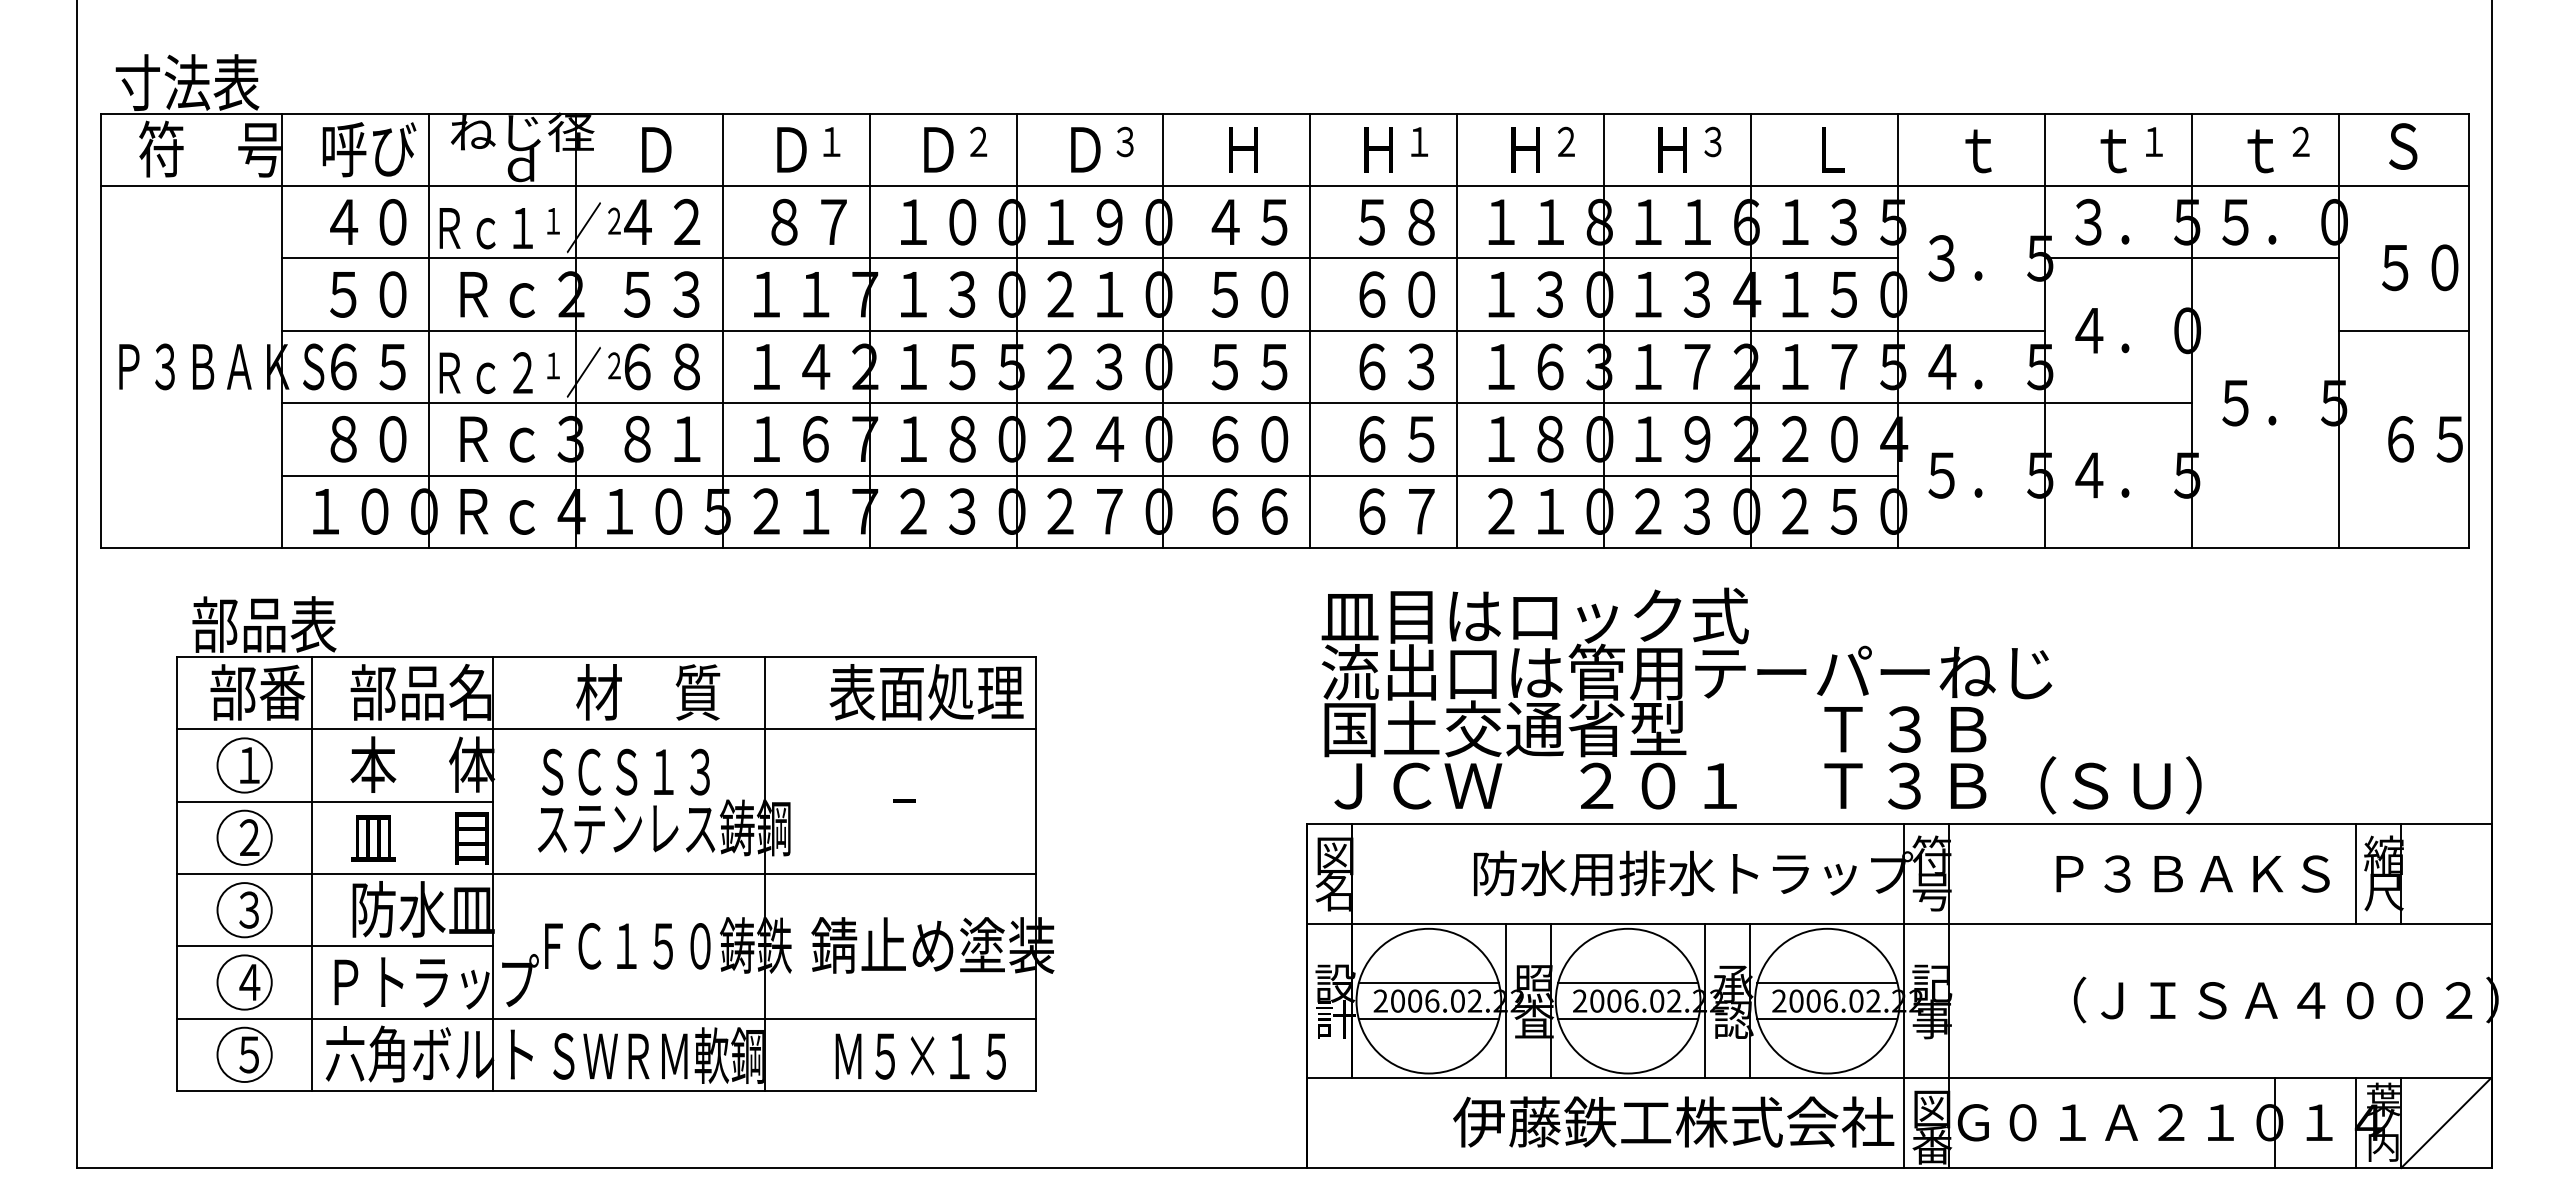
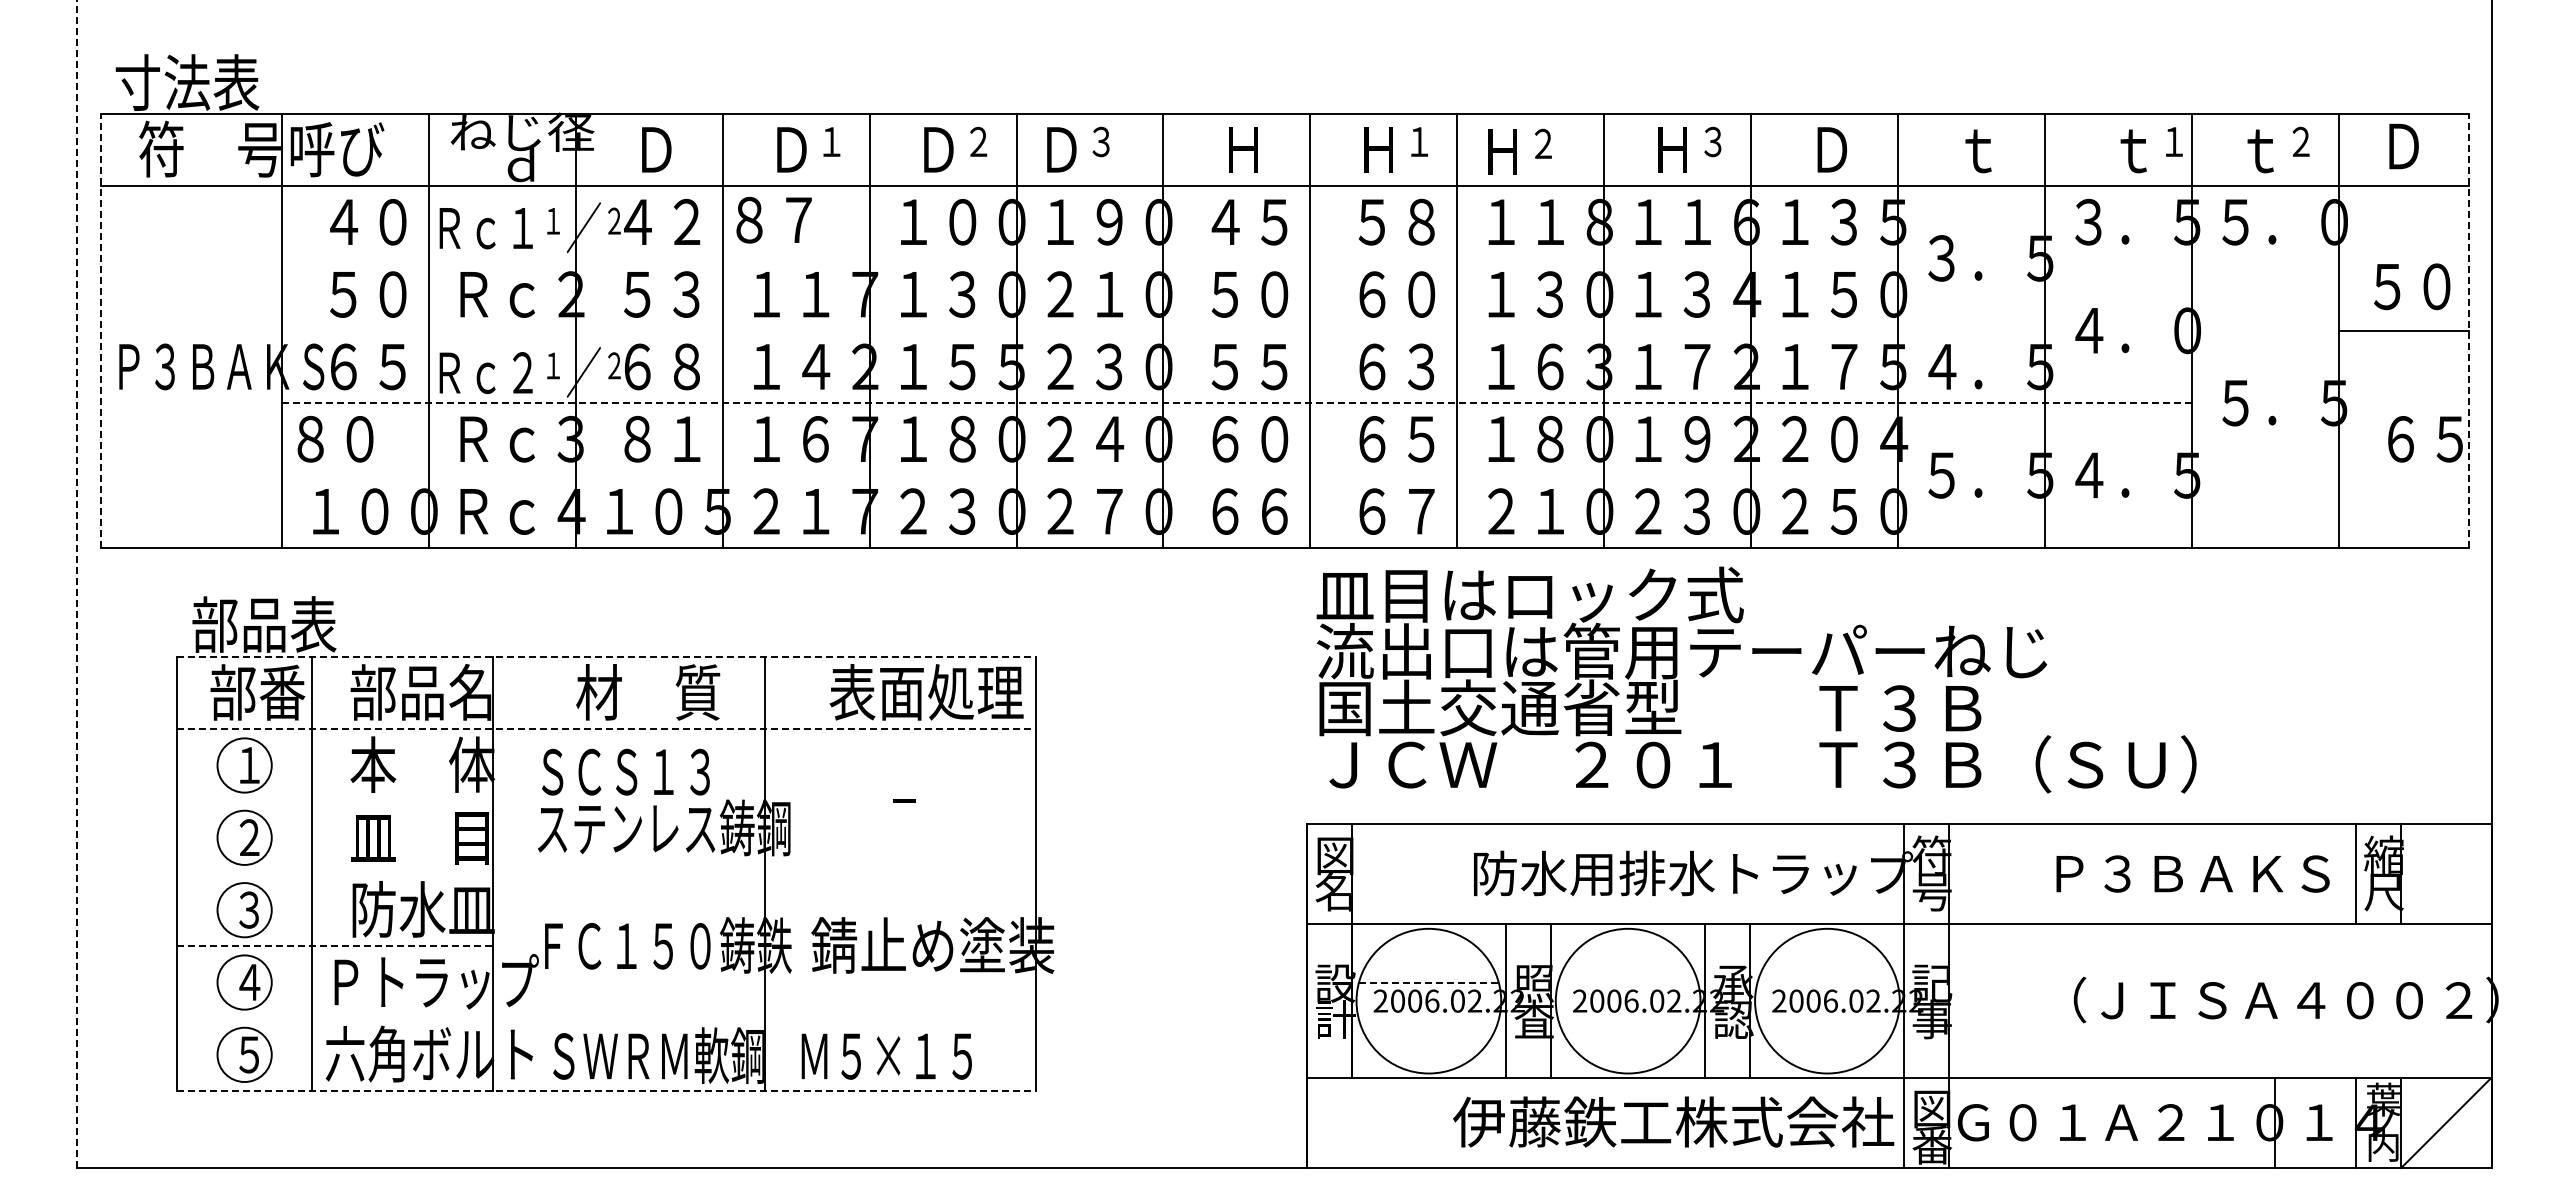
text at (2403, 146): Ｓ -> Ｄ
text at (369, 149) position: (369, 149) -> (337, 149)
text at (1102, 149) position: (1102, 149) -> (1078, 149)
text at (1542, 149) position: (1542, 149) -> (1519, 151)
text at (1832, 149): Ｌ -> Ｄ
text at (2131, 150) position: (2131, 150) -> (2151, 150)
text at (808, 221) position: (808, 221) -> (773, 219)
line at (1089, 258): present -> none
line at (2192, 258): present -> none
text at (2420, 267) position: (2420, 267) -> (2412, 286)
line at (100, 330): solid -> dashed
line at (1163, 330): present -> none
line at (2469, 330): solid -> dashed
line at (1237, 403): solid -> dashed
text at (368, 439) position: (368, 439) -> (335, 439)
line at (1089, 475): present -> none
line at (77, 584): solid -> dashed
line at (606, 656): solid -> dashed
text at (1761, 700) position: (1761, 700) -> (1756, 679)
line at (606, 729): solid -> dashed
line at (334, 801): present -> none
line at (605, 874): present -> none
line at (335, 946): solid -> dashed
line at (1429, 983): solid -> dashed
line at (1628, 983): present -> none
line at (1827, 983): present -> none
line at (605, 1018): present -> none
line at (1428, 1019): present -> none
line at (1628, 1019): present -> none
line at (1827, 1019): present -> none
text at (920, 1056) position: (920, 1056) -> (886, 1056)
line at (606, 1091): solid -> dashed
